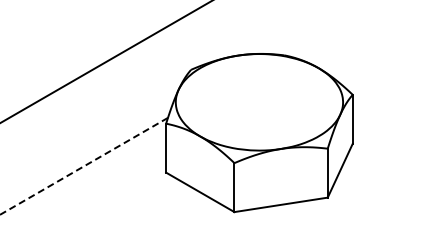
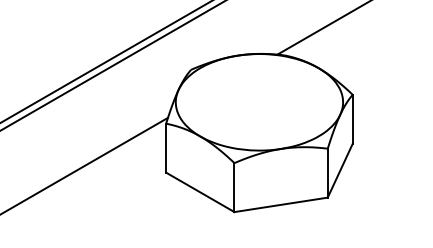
line at (322, 28): none -> present
line at (112, 65): none -> present
line at (84, 166): dashed -> solid
